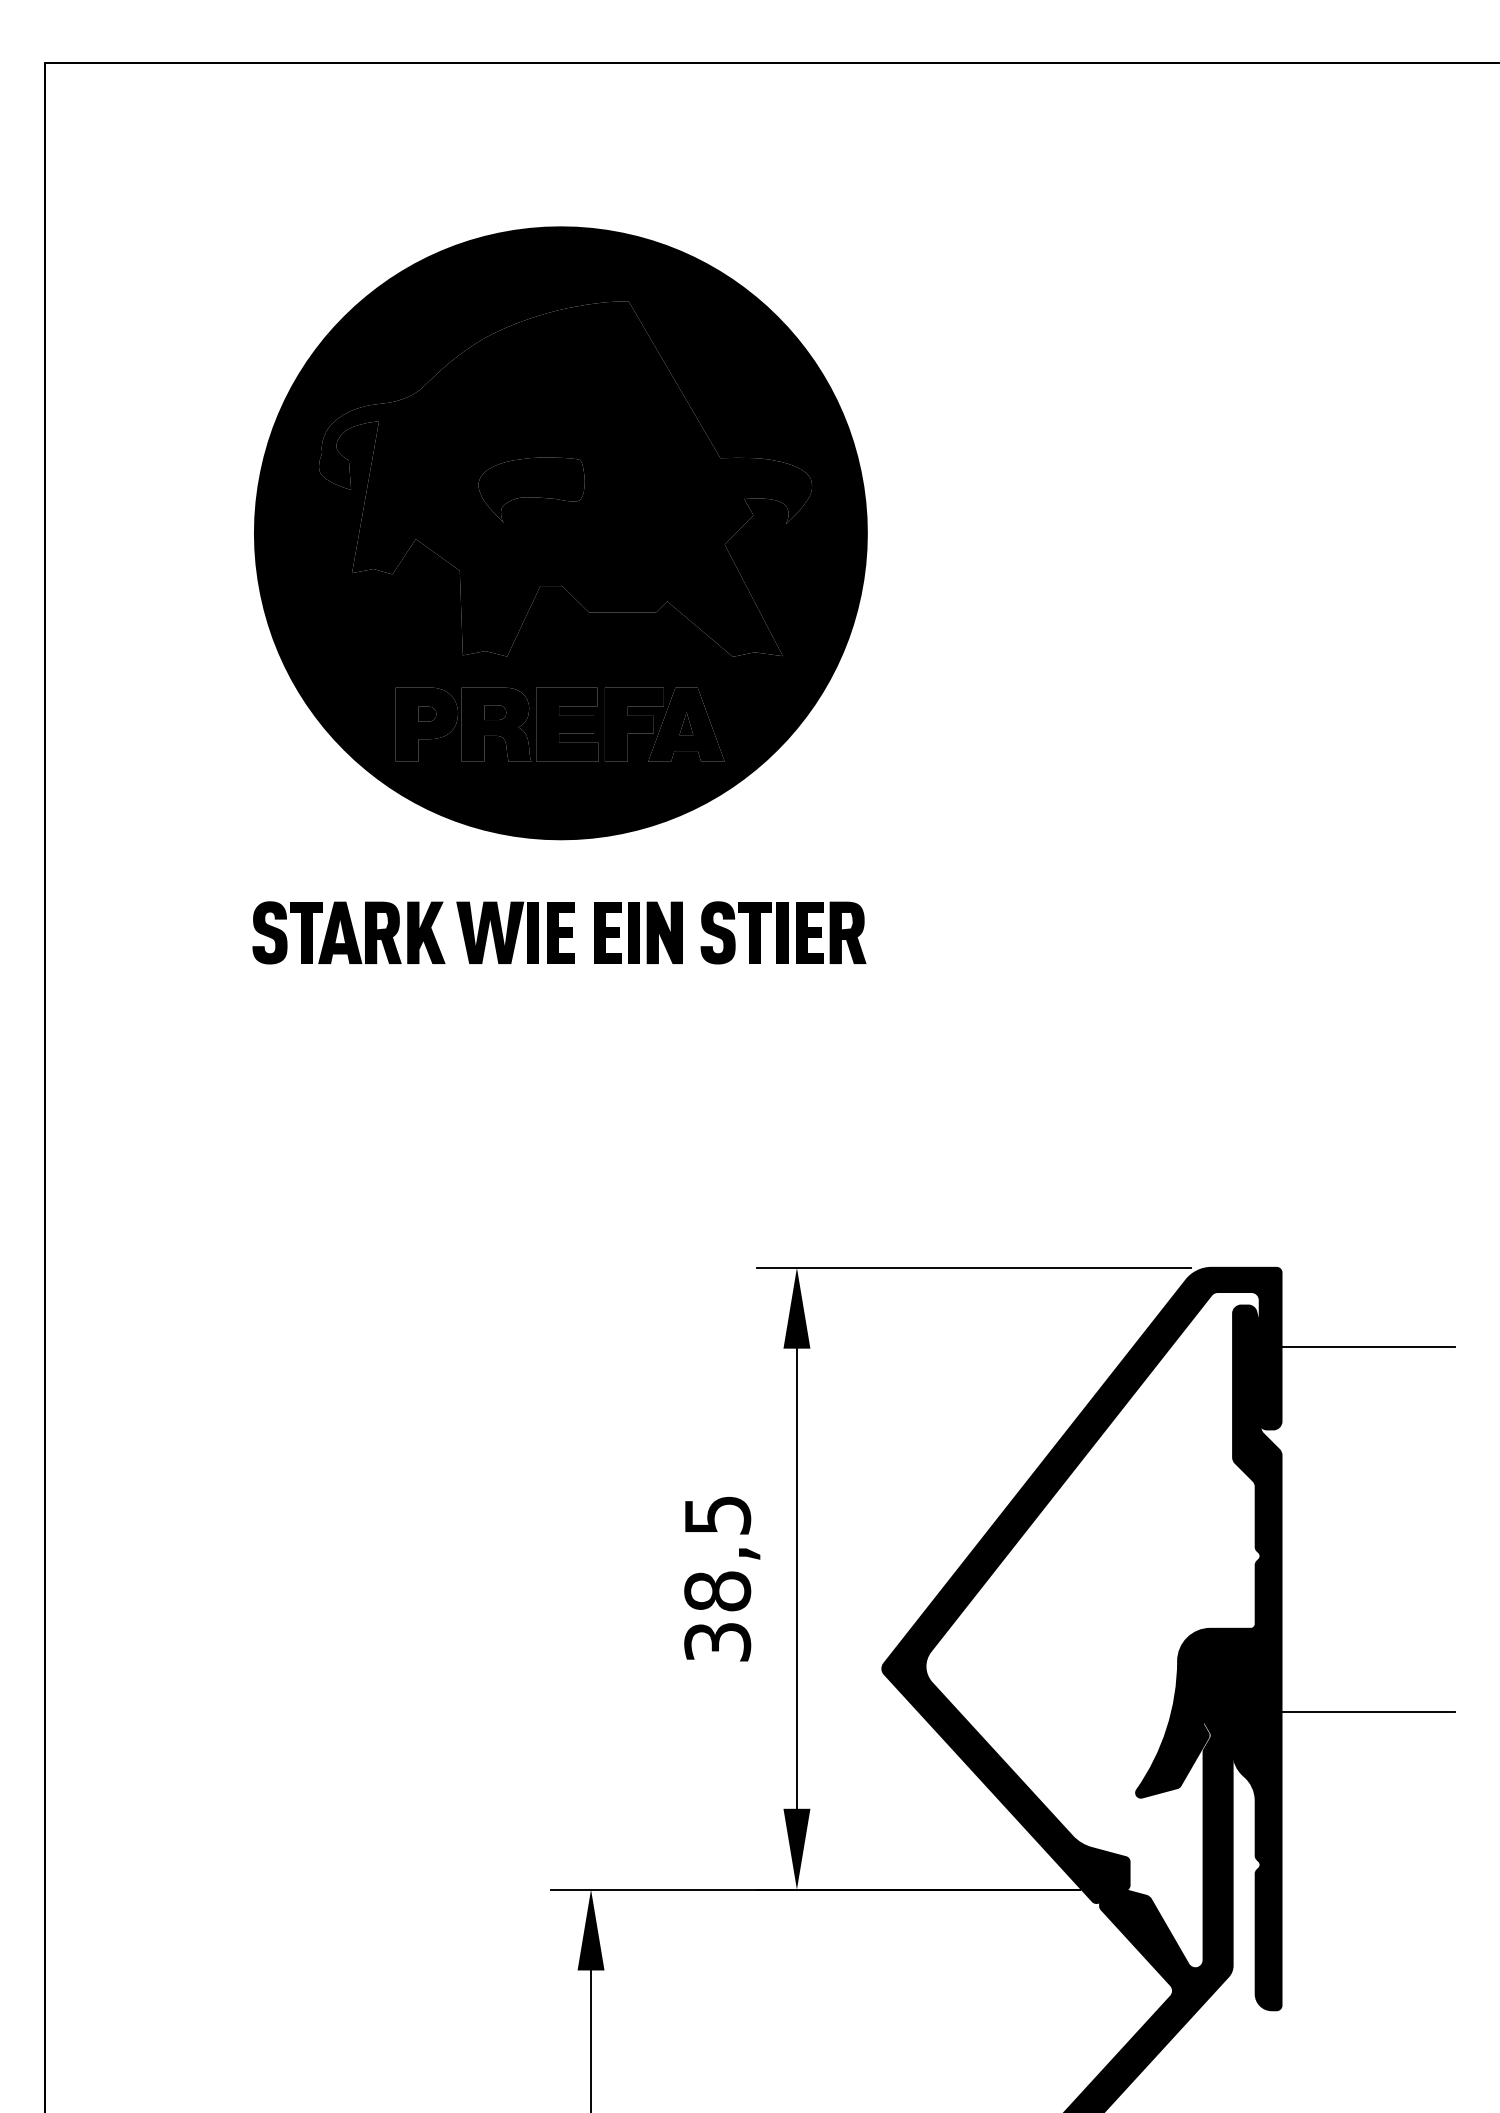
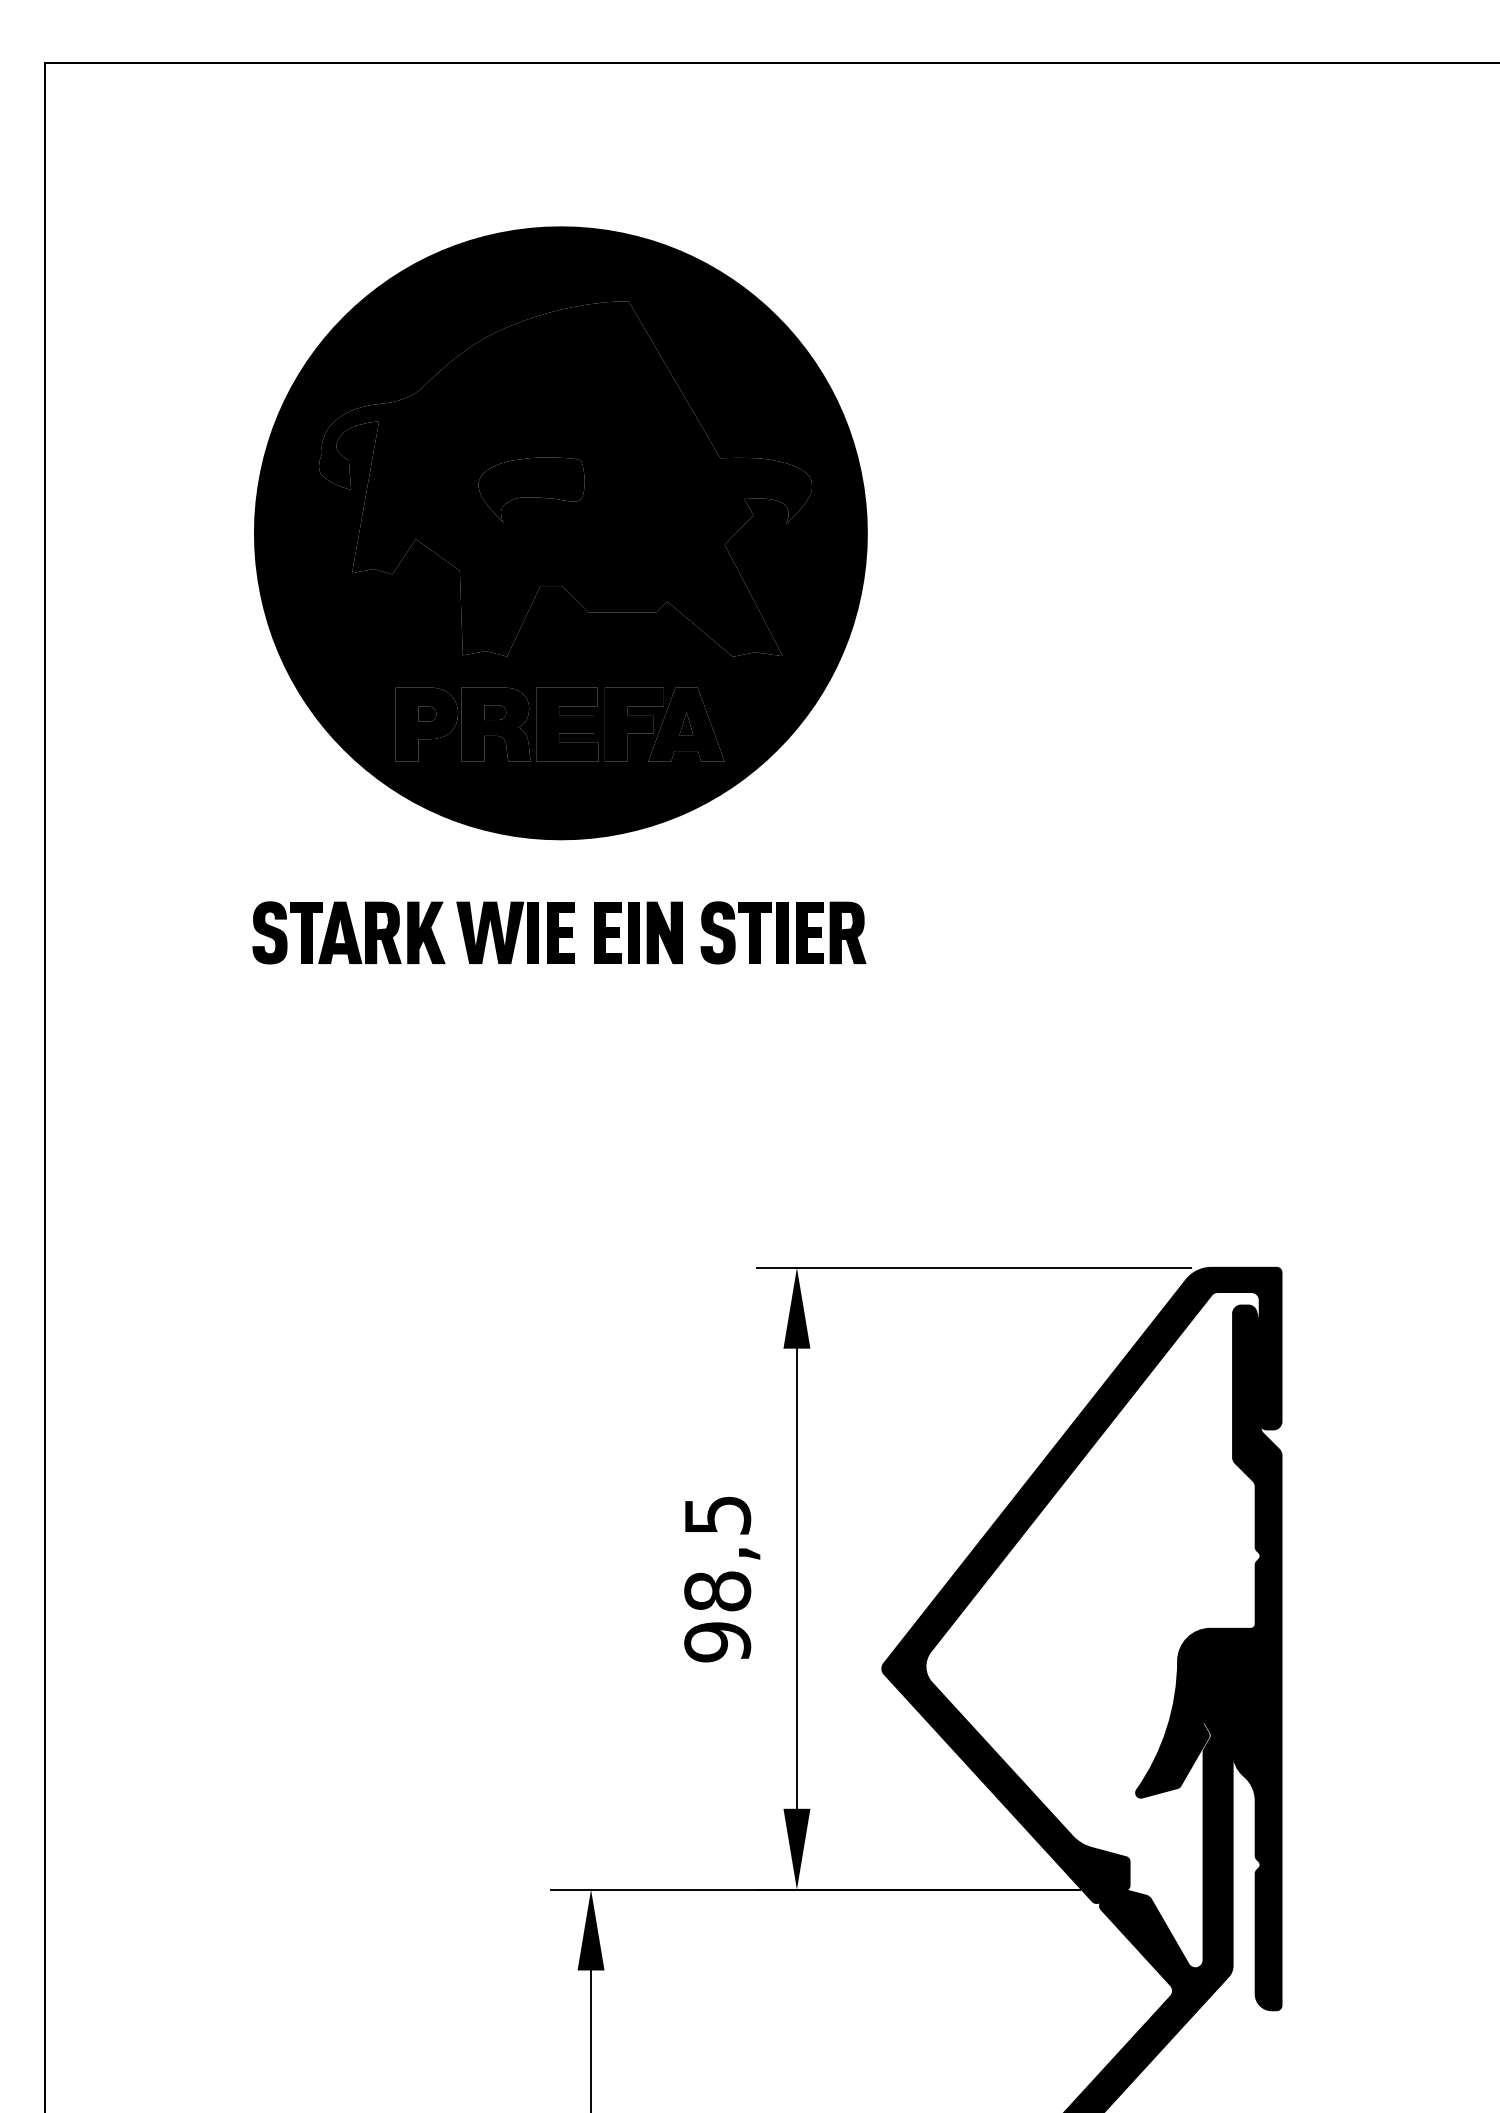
line at (1367, 1347): present -> none
text at (717, 1642): 38,5 -> 98,5
line at (1367, 1711): present -> none
